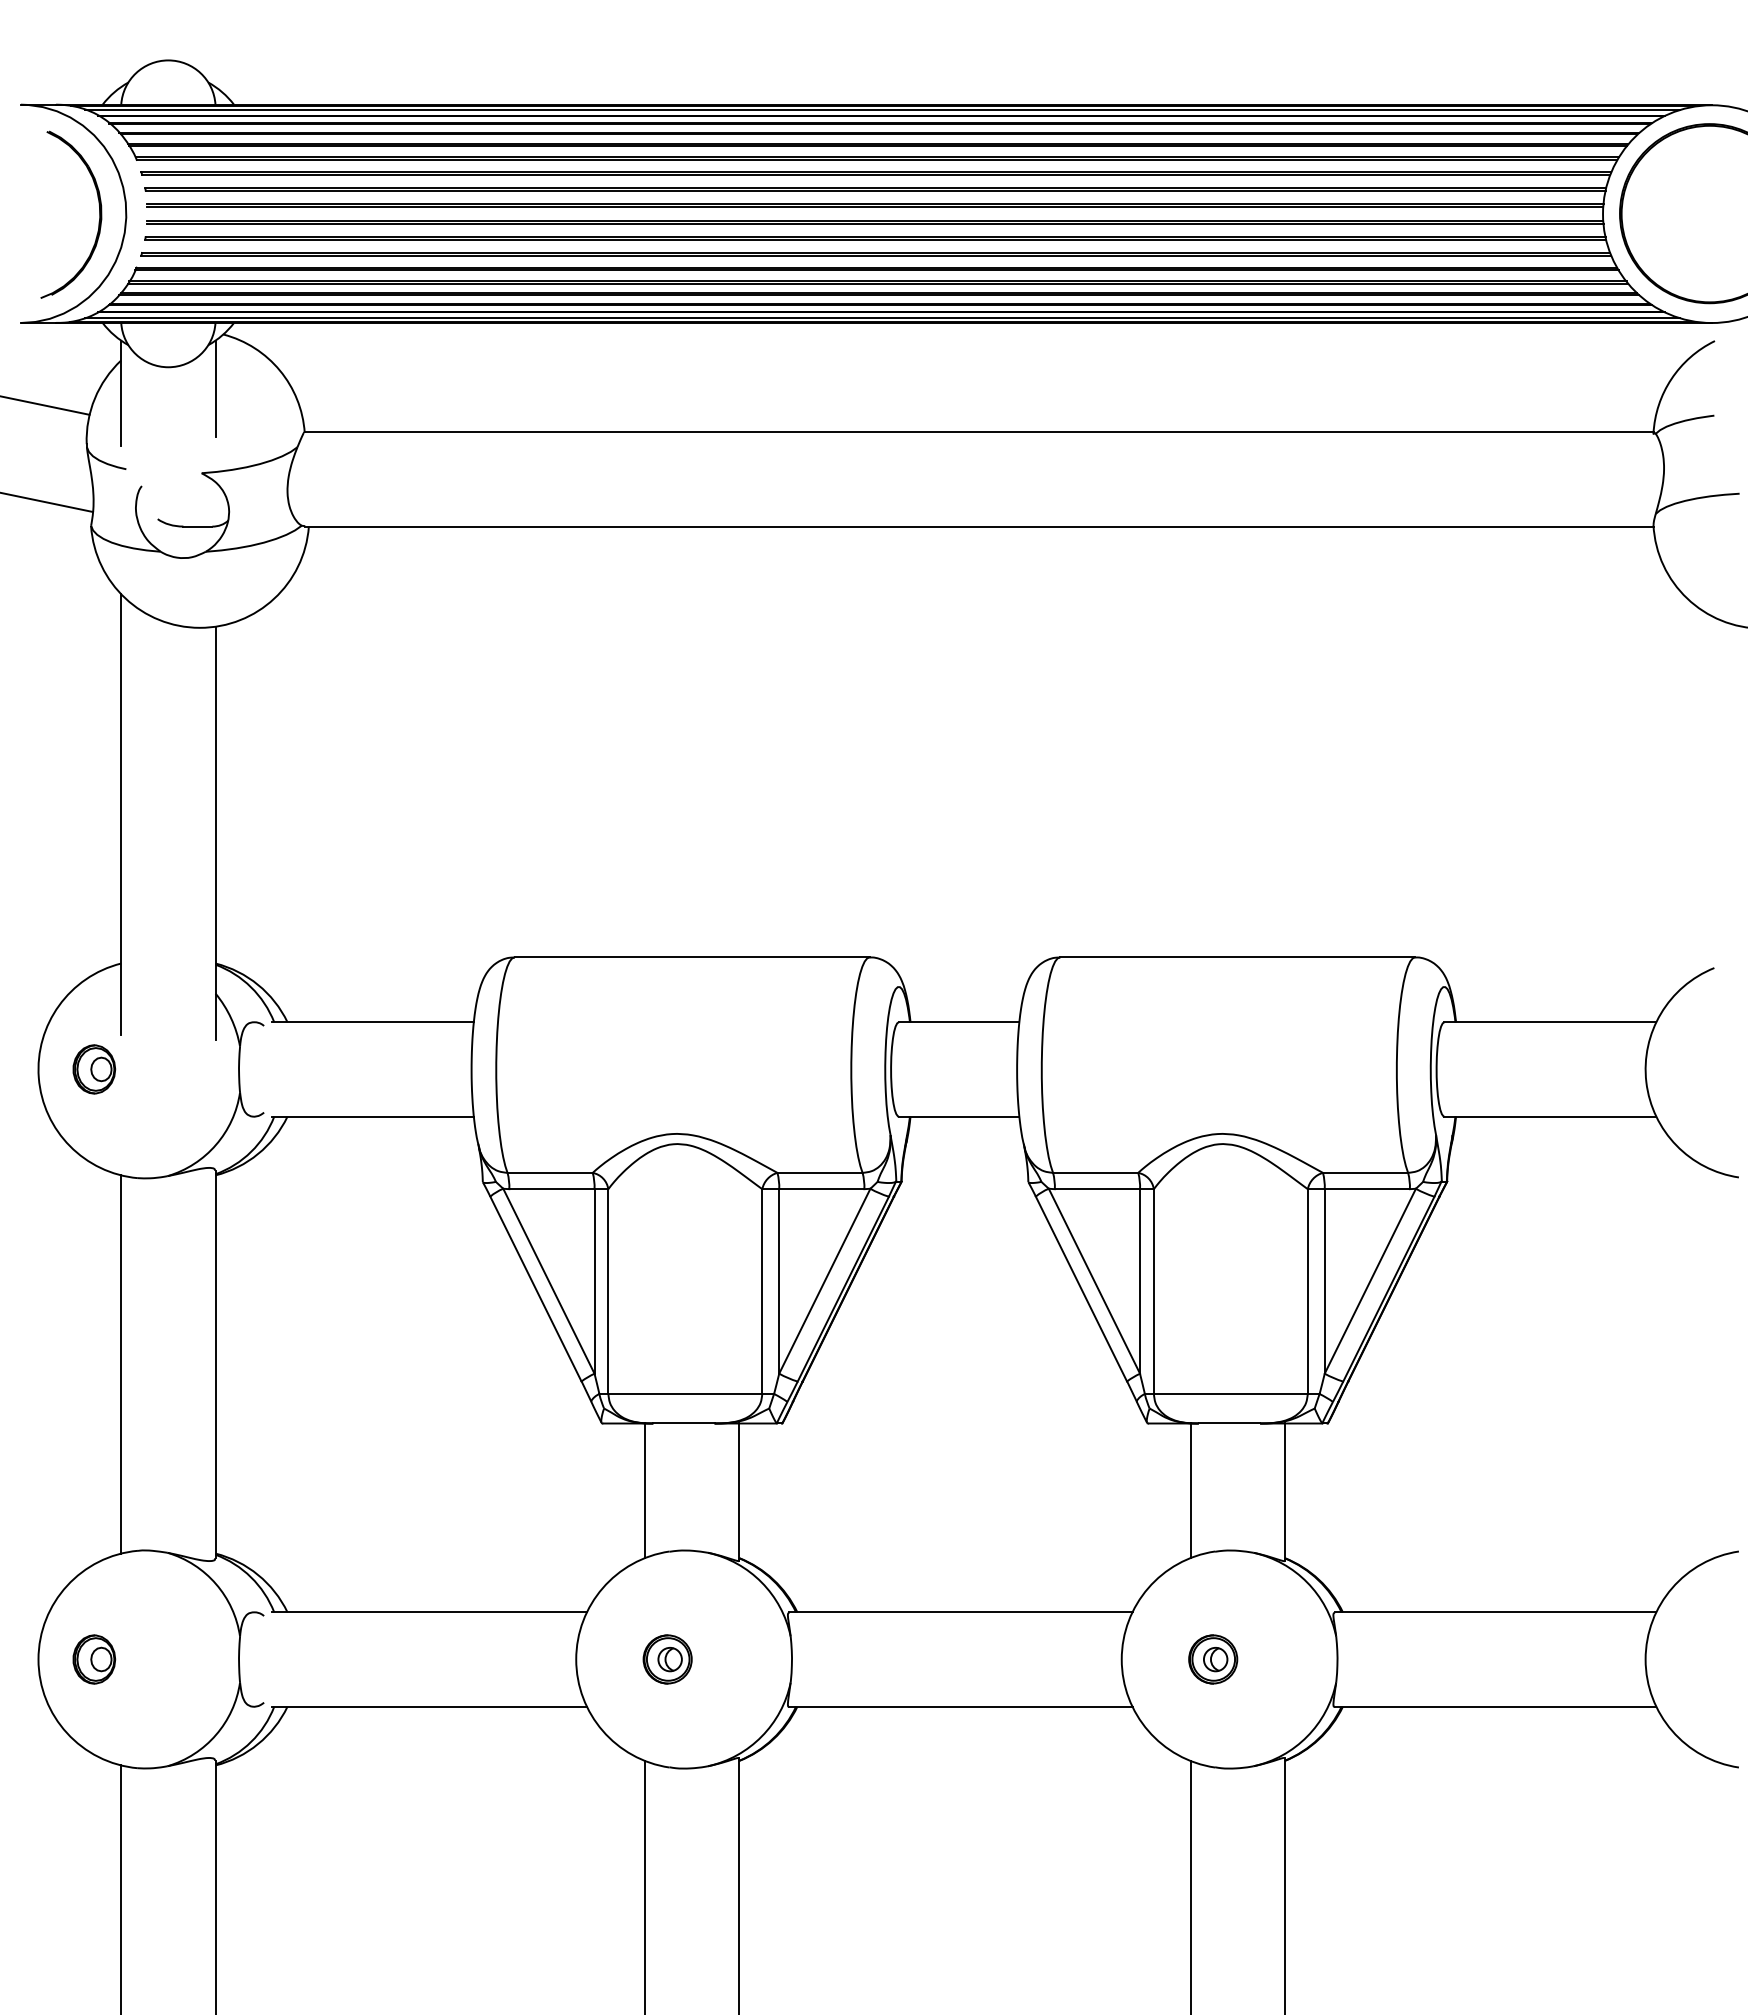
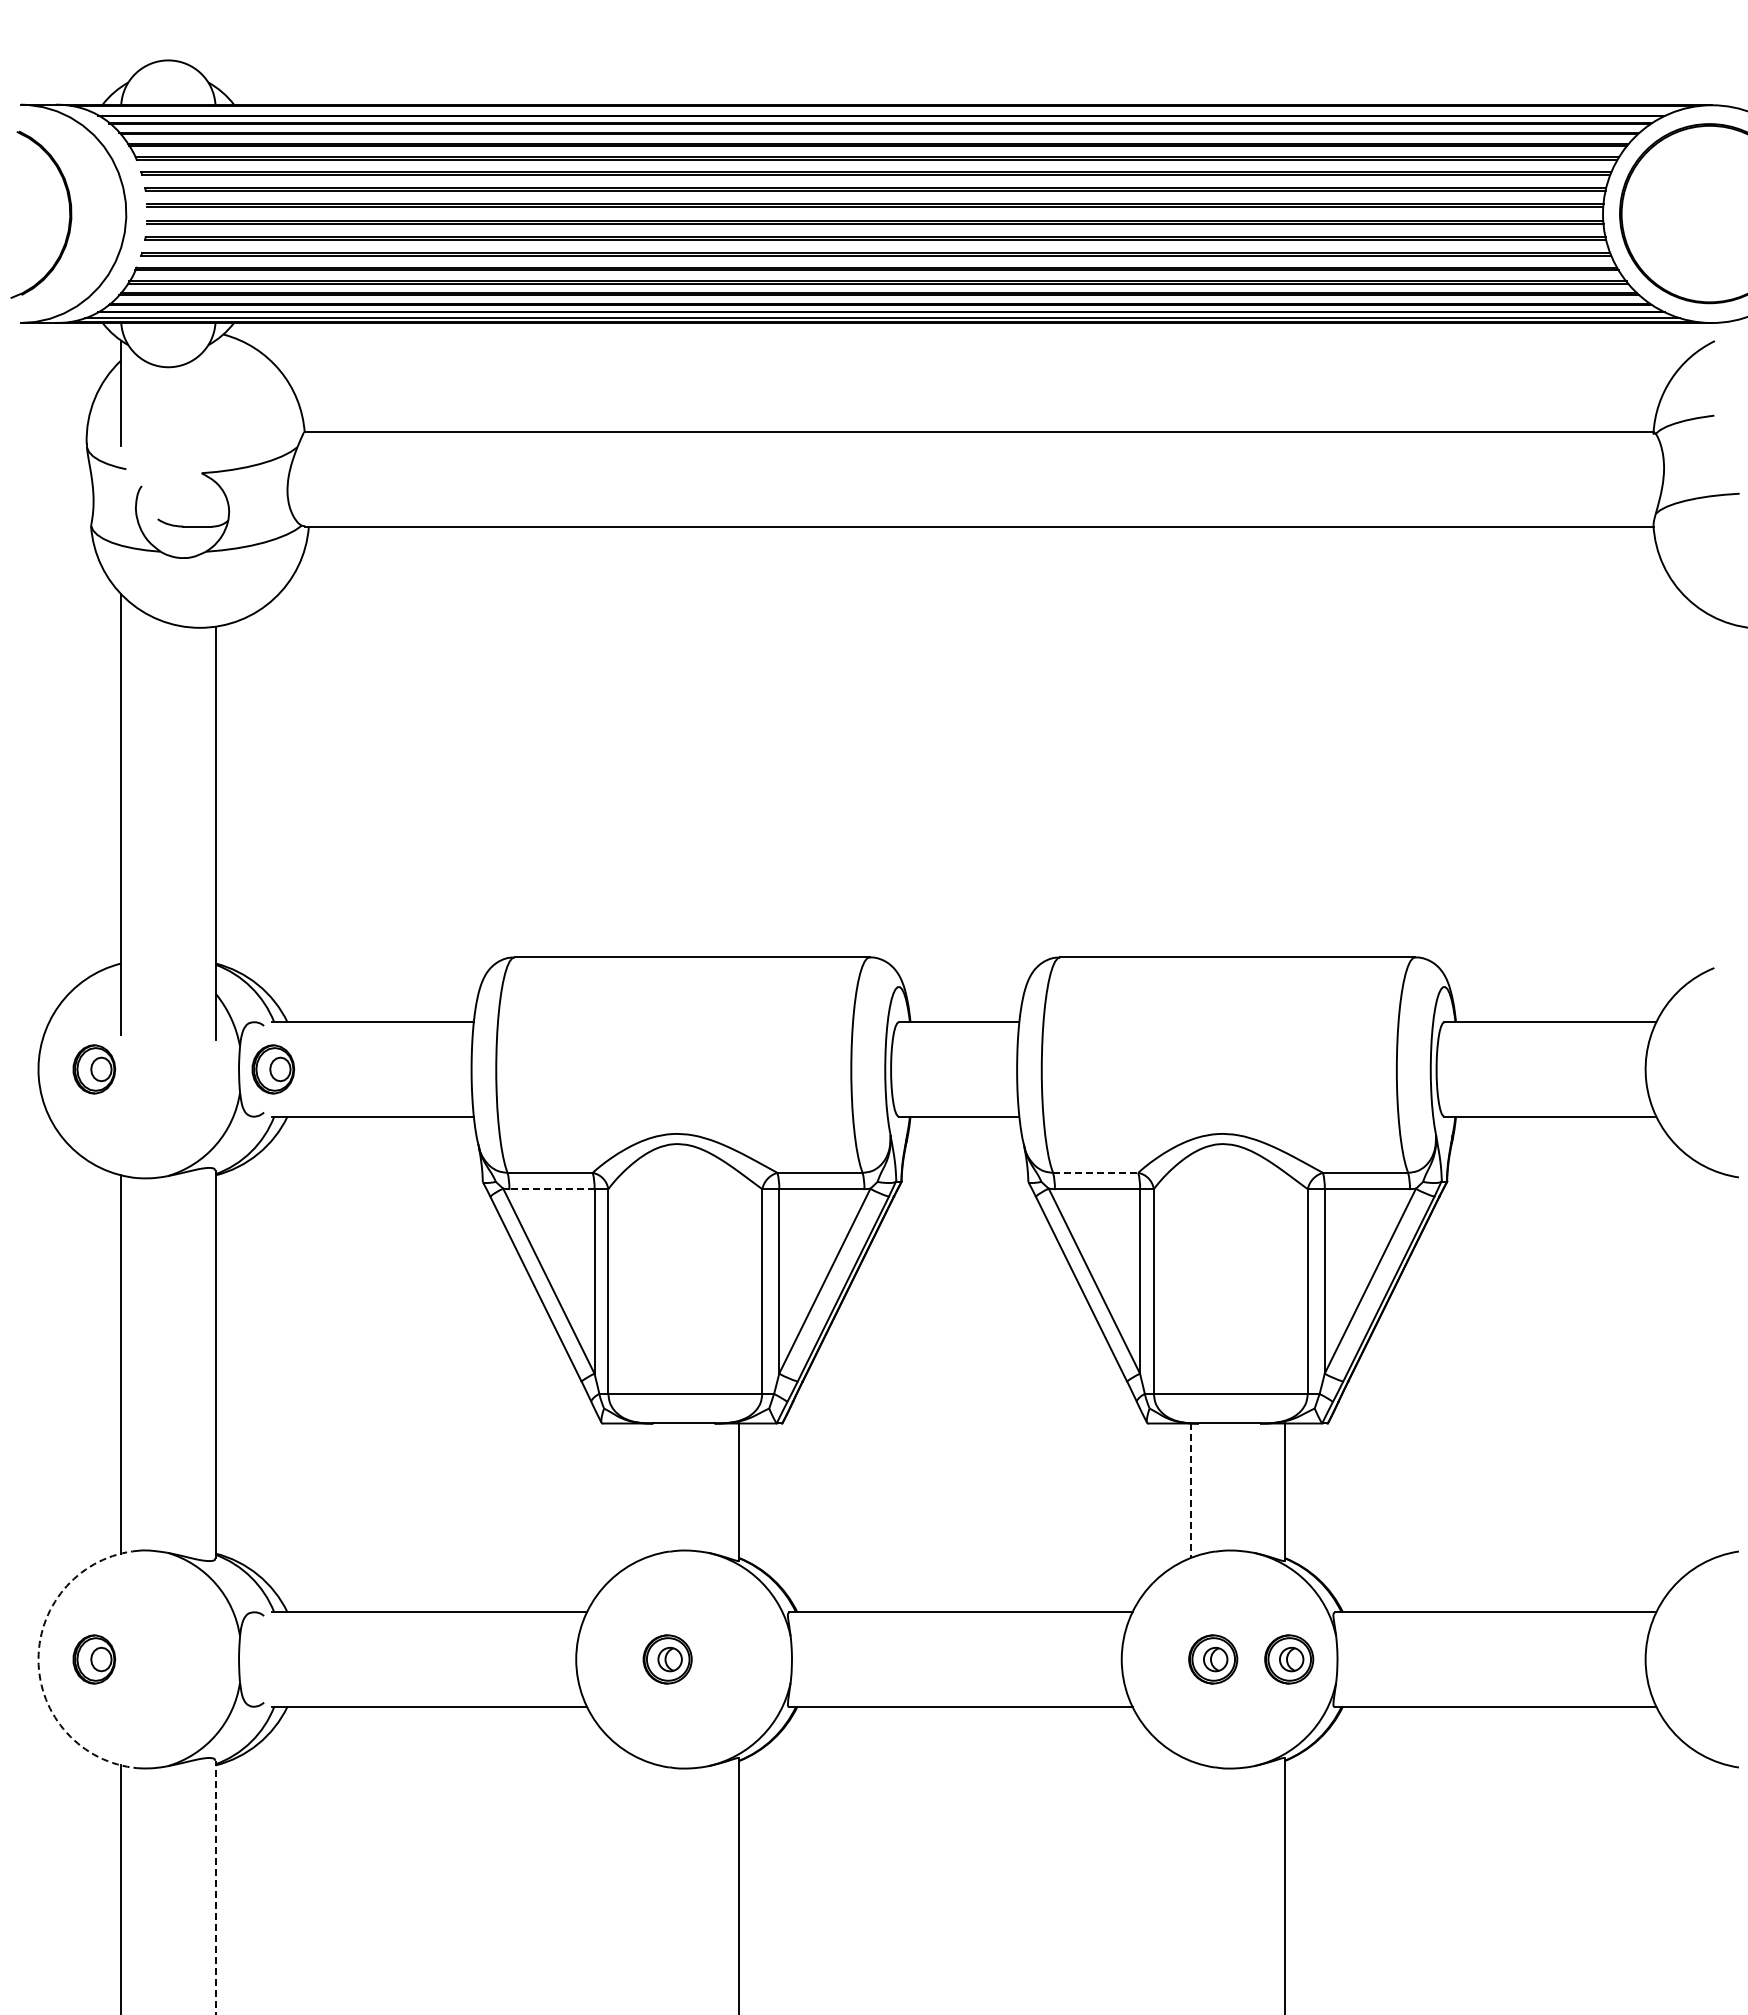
line at (882, 109): present -> none
part at (98, 221) position: (98, 221) -> (68, 221)
line at (215, 388): present -> none
line at (45, 405): present -> none
line at (47, 502): present -> none
part at (273, 1069): none -> present
line at (1095, 1172): solid -> dashed
line at (551, 1189): solid -> dashed
line at (644, 1490): present -> none
line at (1190, 1491): solid -> dashed
arc at (38, 1659): solid -> dashed
part at (1289, 1659): none -> present
line at (644, 1885): present -> none
line at (1190, 1885): present -> none
line at (215, 1887): solid -> dashed
